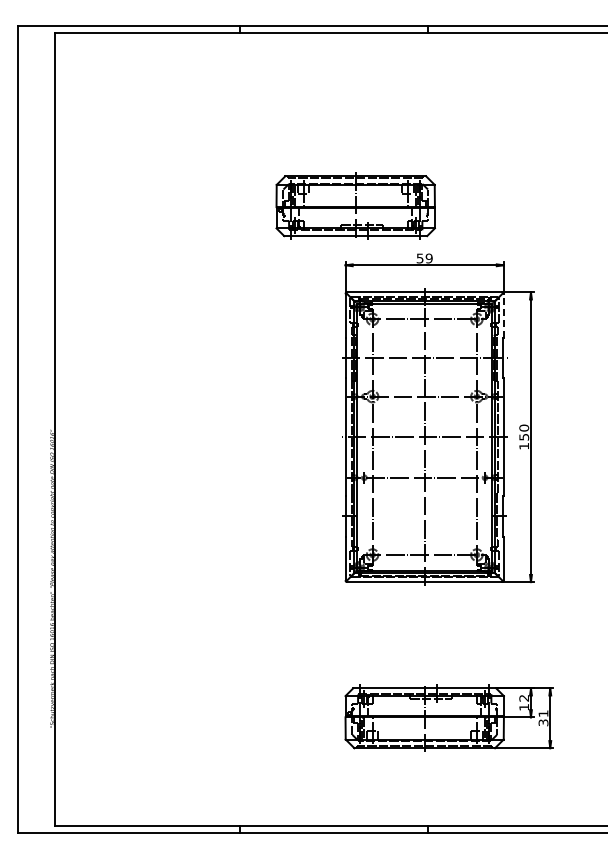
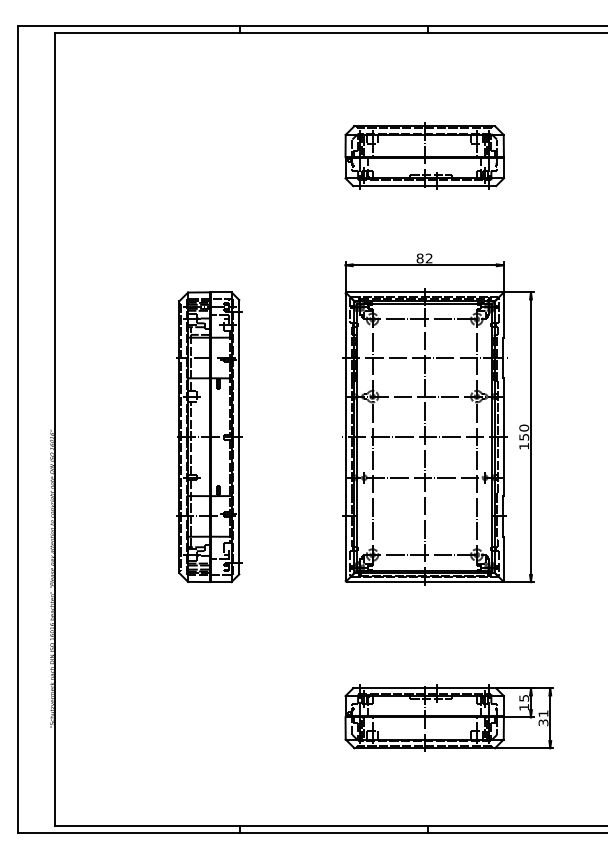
part at (355, 205) position: (355, 205) -> (424, 155)
text at (424, 258): 59 -> 82
line at (503, 315): dashed -> solid
part at (209, 437): none -> present
text at (524, 698): 12 -> 15
